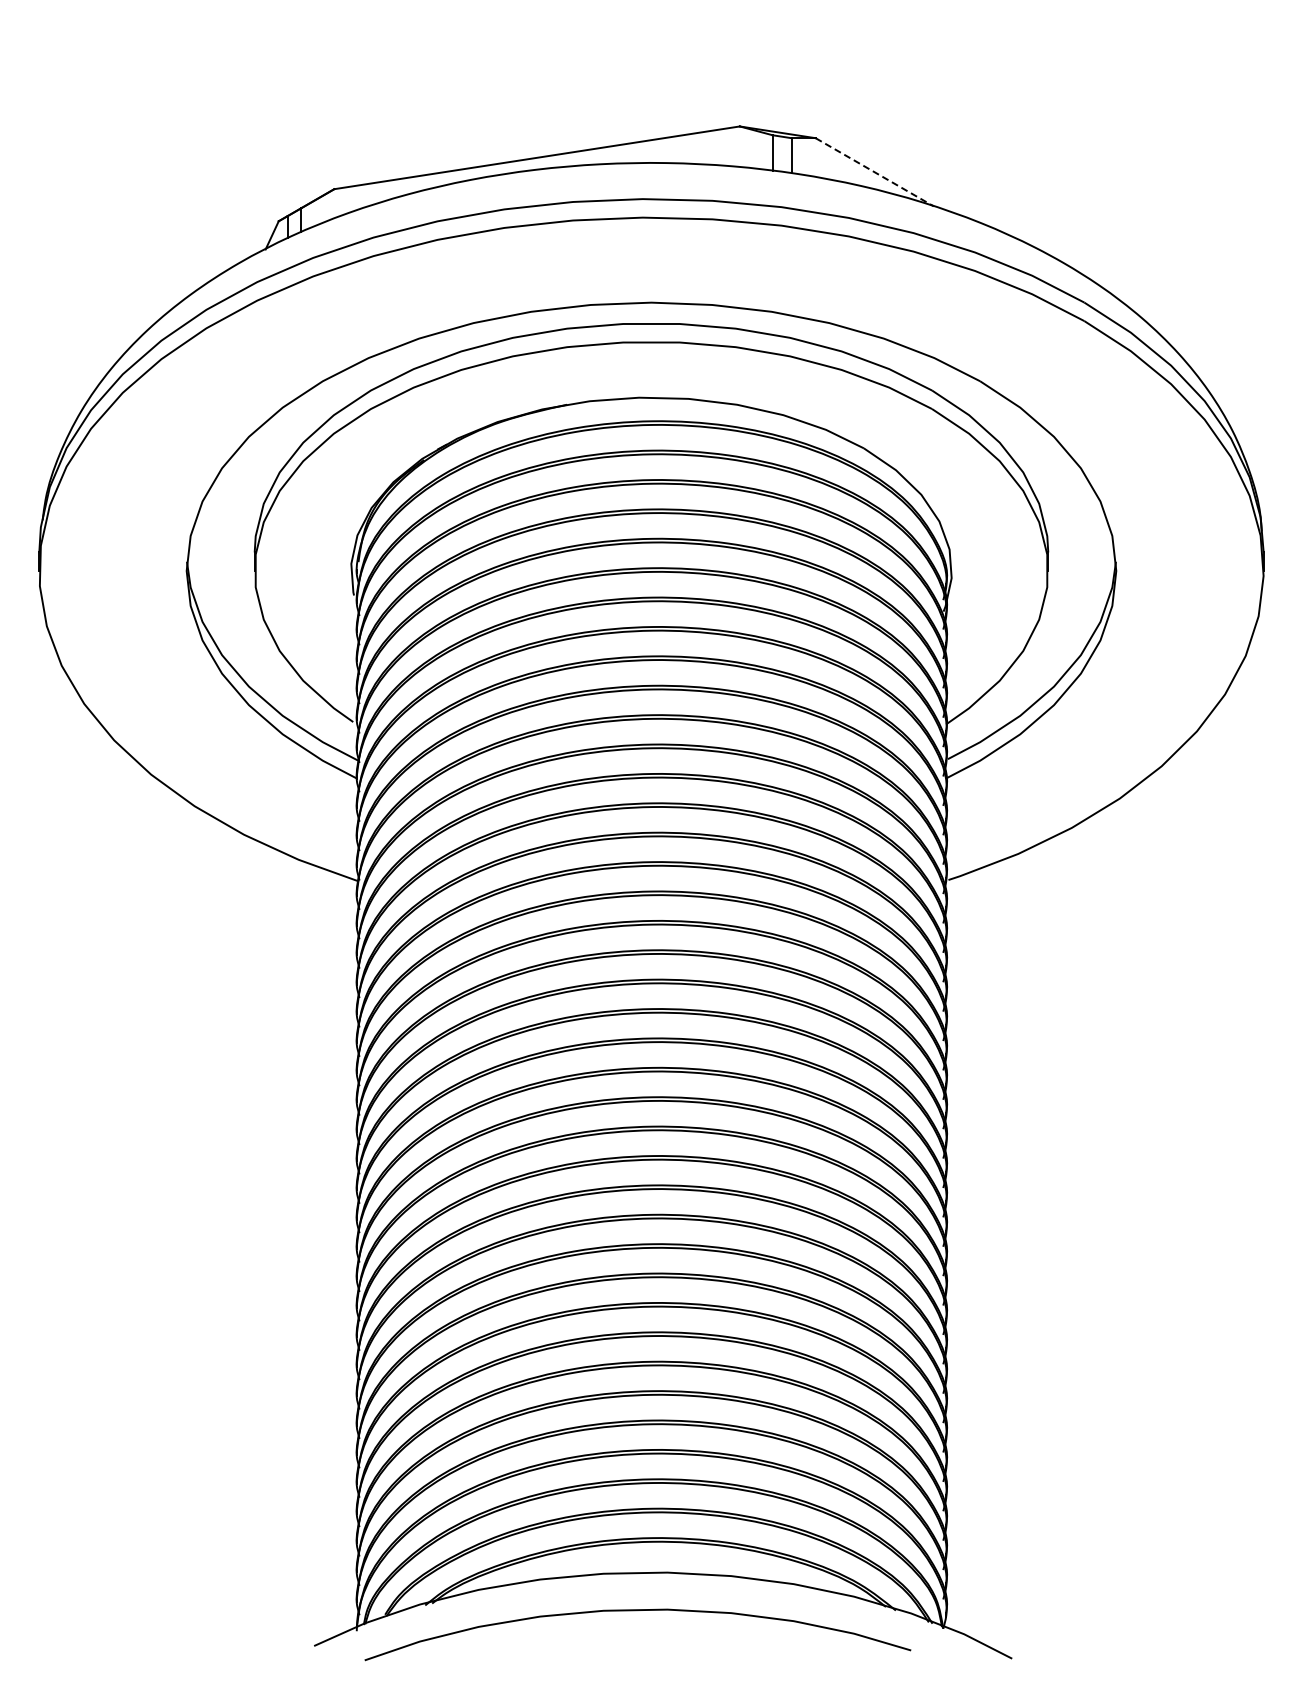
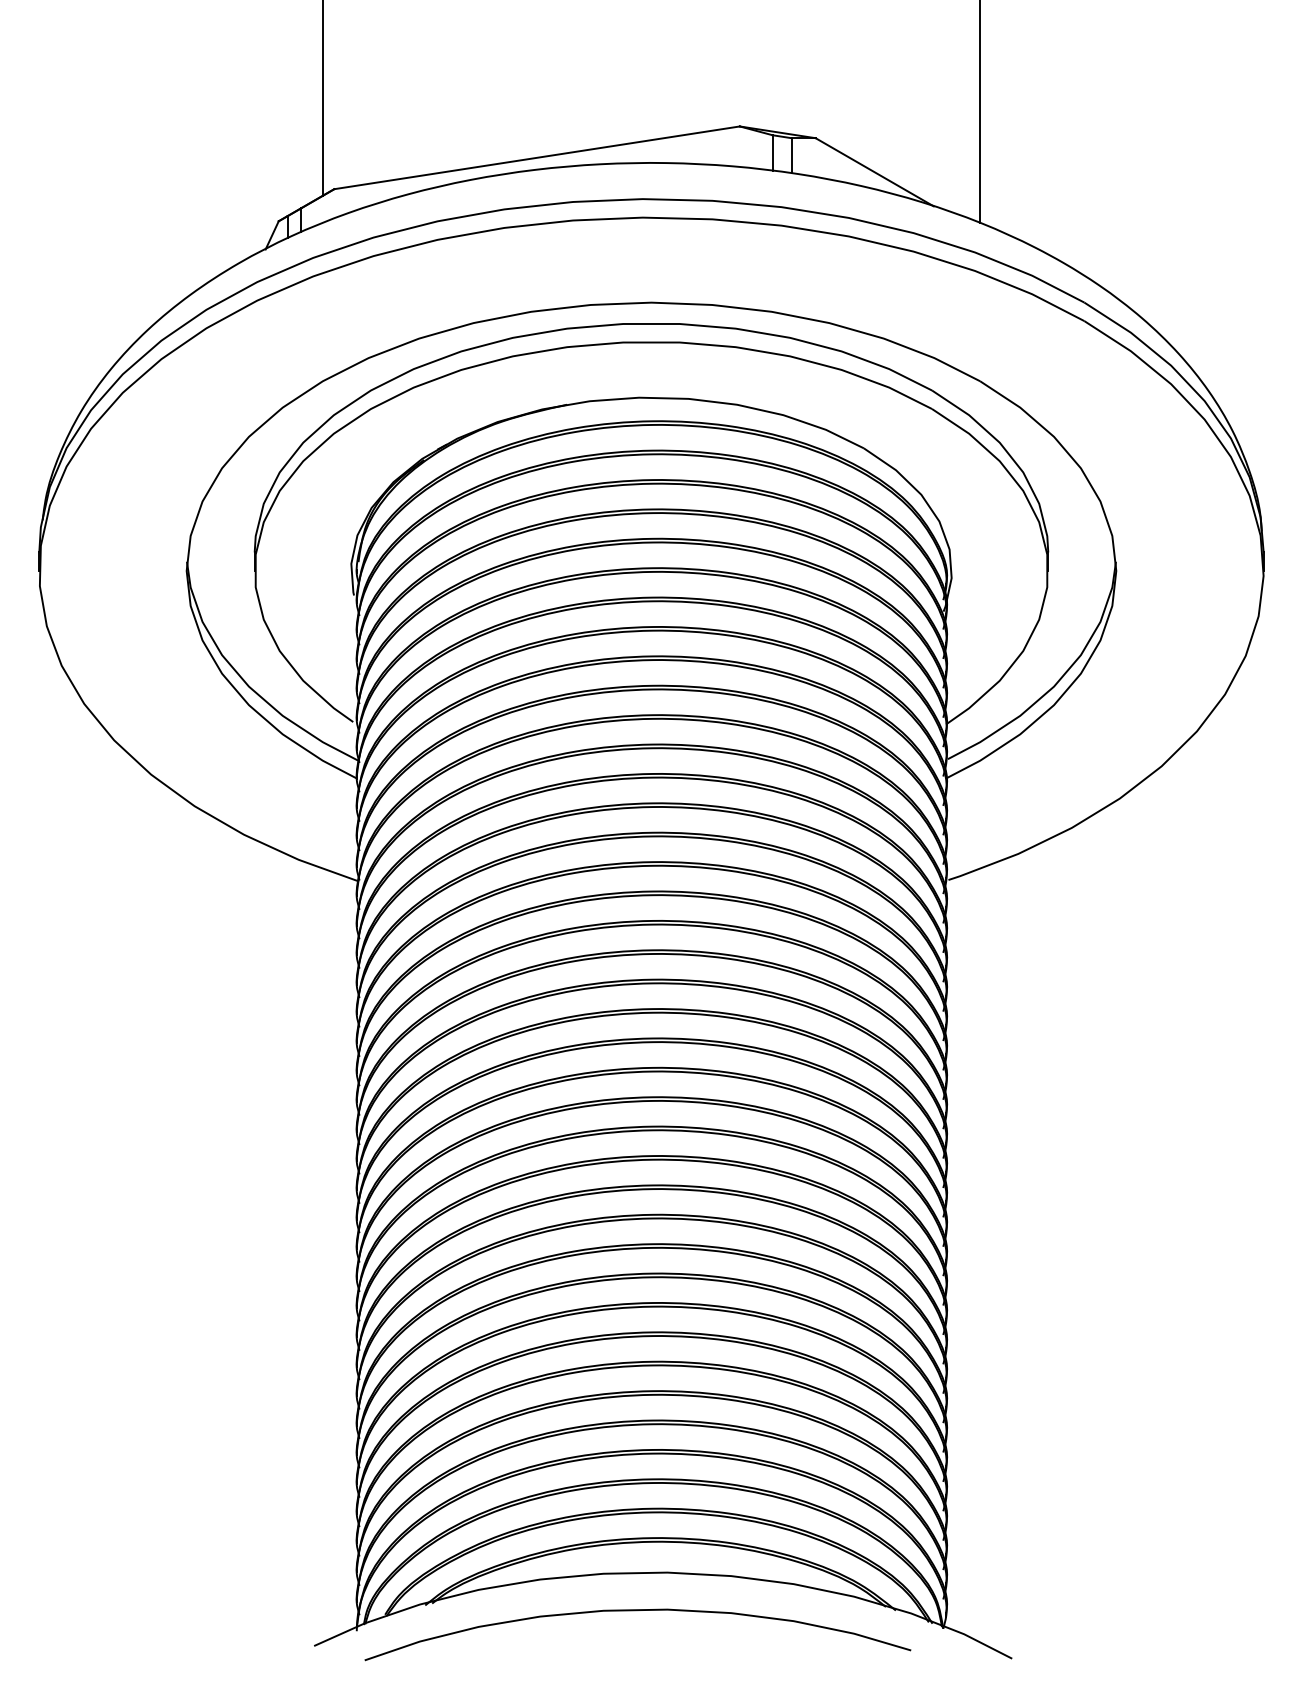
line at (322, 98): none -> present
line at (980, 112): none -> present
line at (875, 172): dashed -> solid
